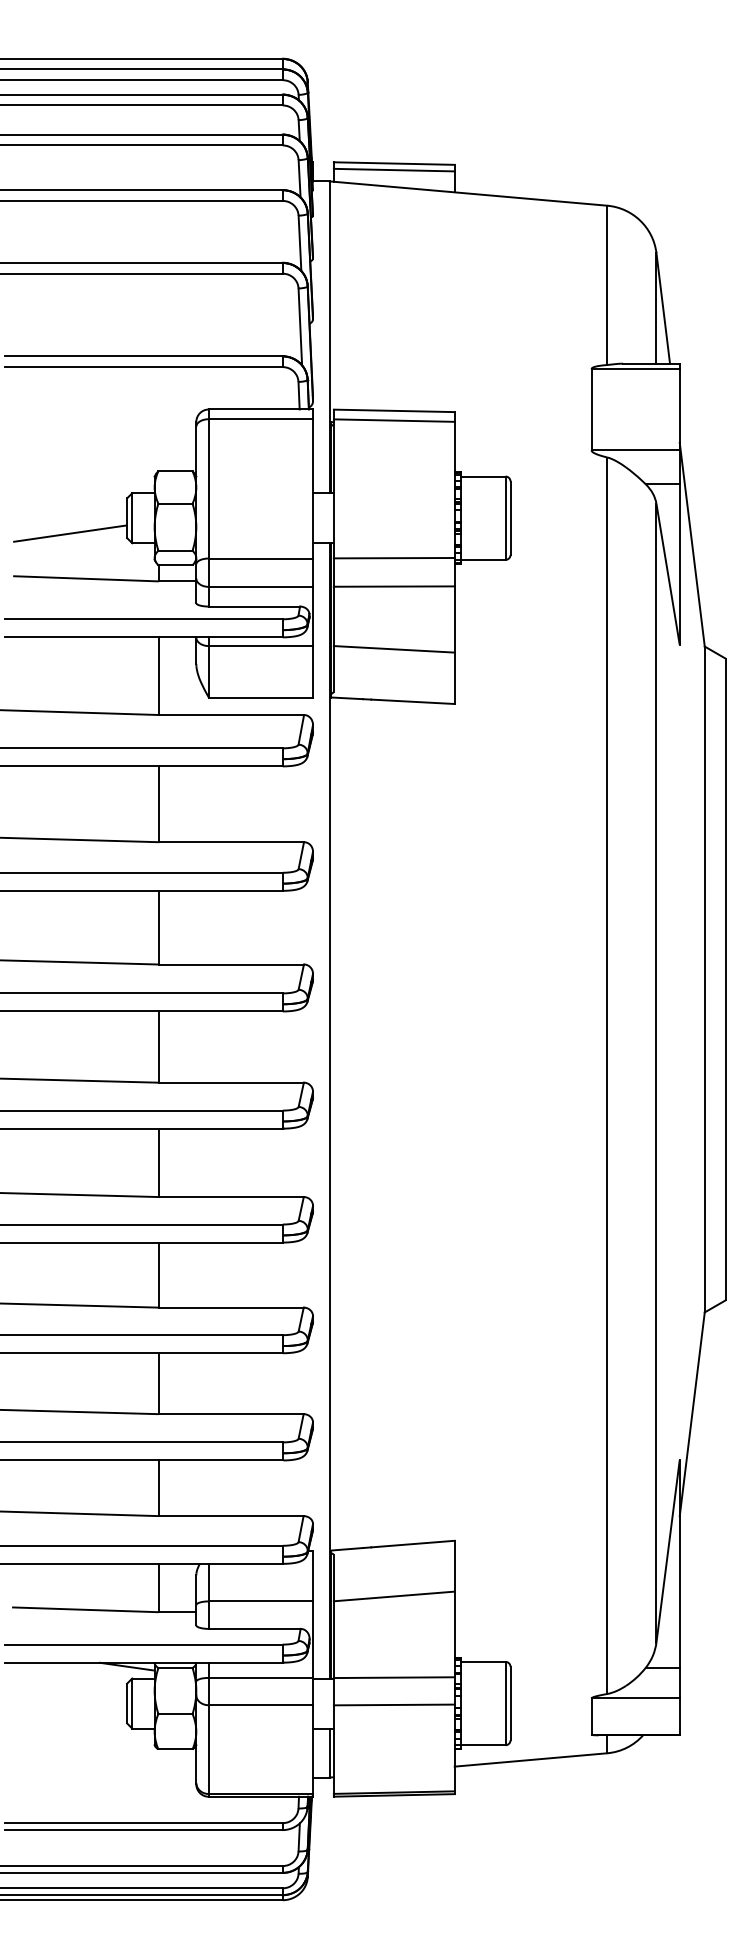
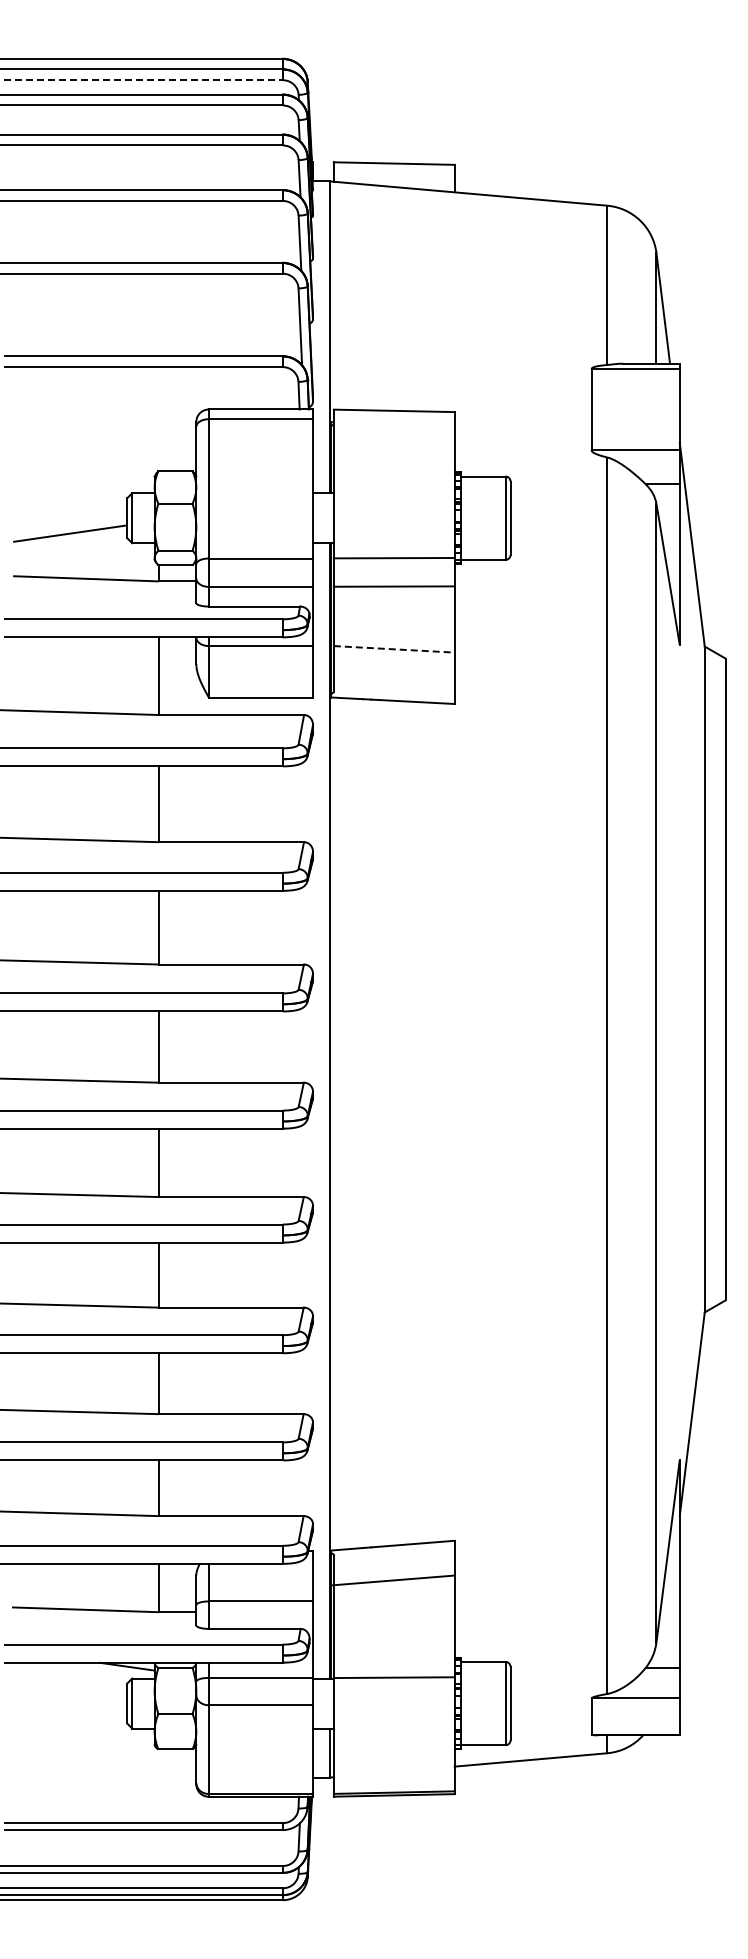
line at (142, 80): solid -> dashed
line at (393, 169): present -> none
line at (393, 420): present -> none
line at (394, 649): solid -> dashed
line at (393, 1596) position: (393, 1596) -> (392, 1580)
line at (393, 1704): present -> none
